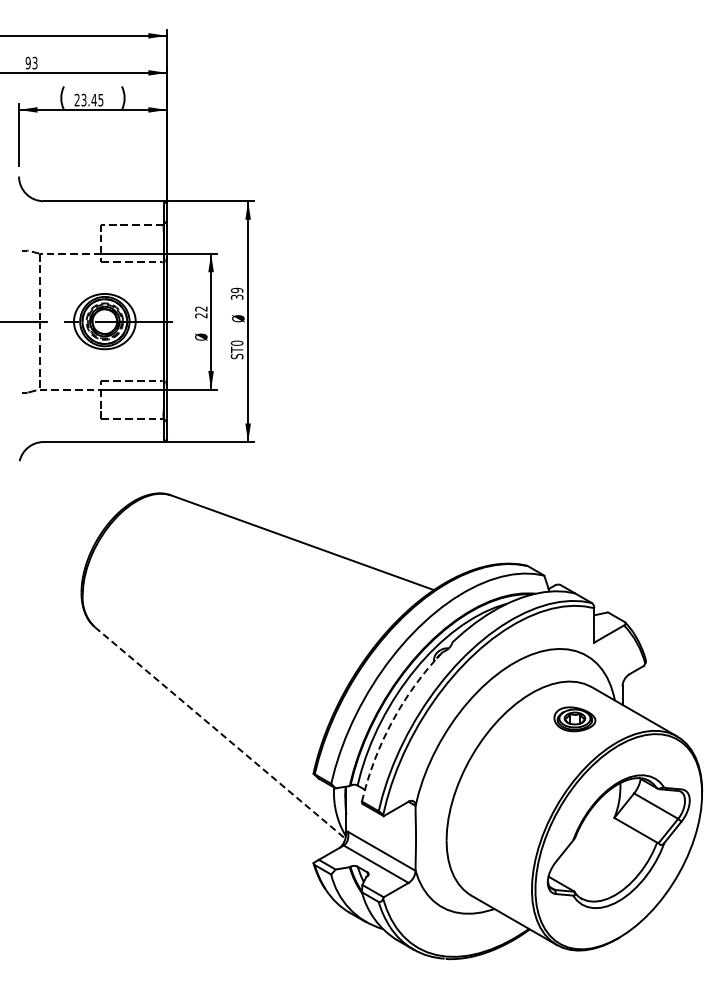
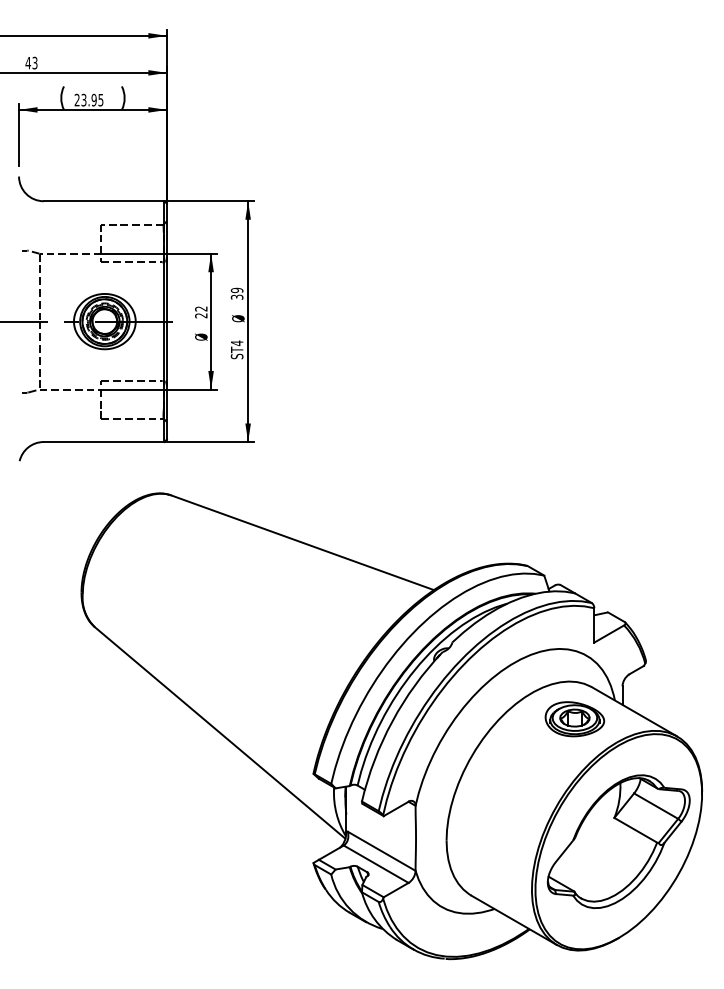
text at (27, 62): 93 -> 43
text at (93, 99): 23.45 -> 23.95
text at (236, 343): ST0 -> ST4
part at (574, 719) size: 44x27 px -> 62x37 px
arc at (392, 721): dashed -> solid
line at (220, 733): dashed -> solid
